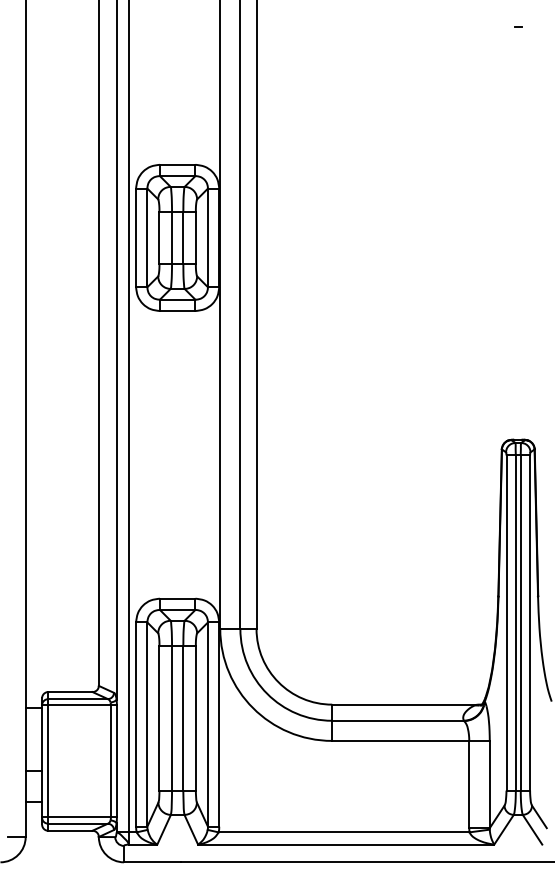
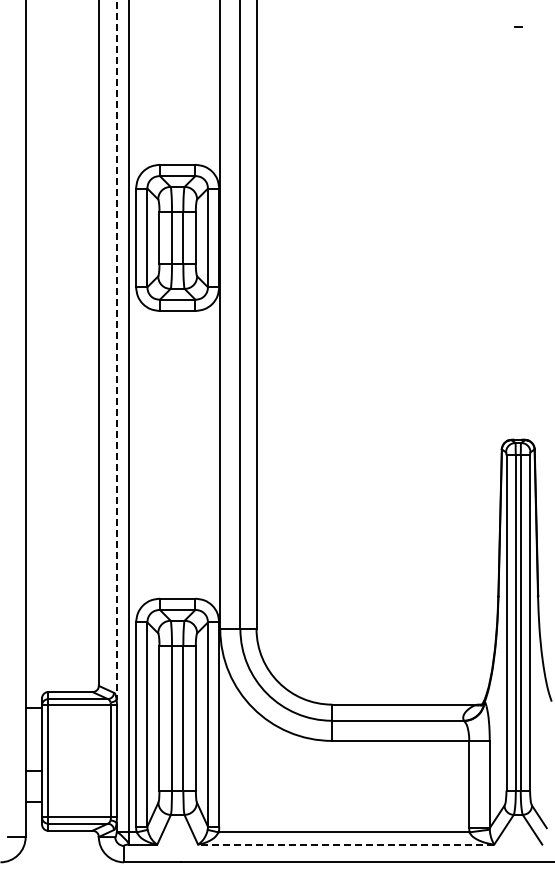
line at (116, 350): solid -> dashed
line at (345, 844): solid -> dashed
